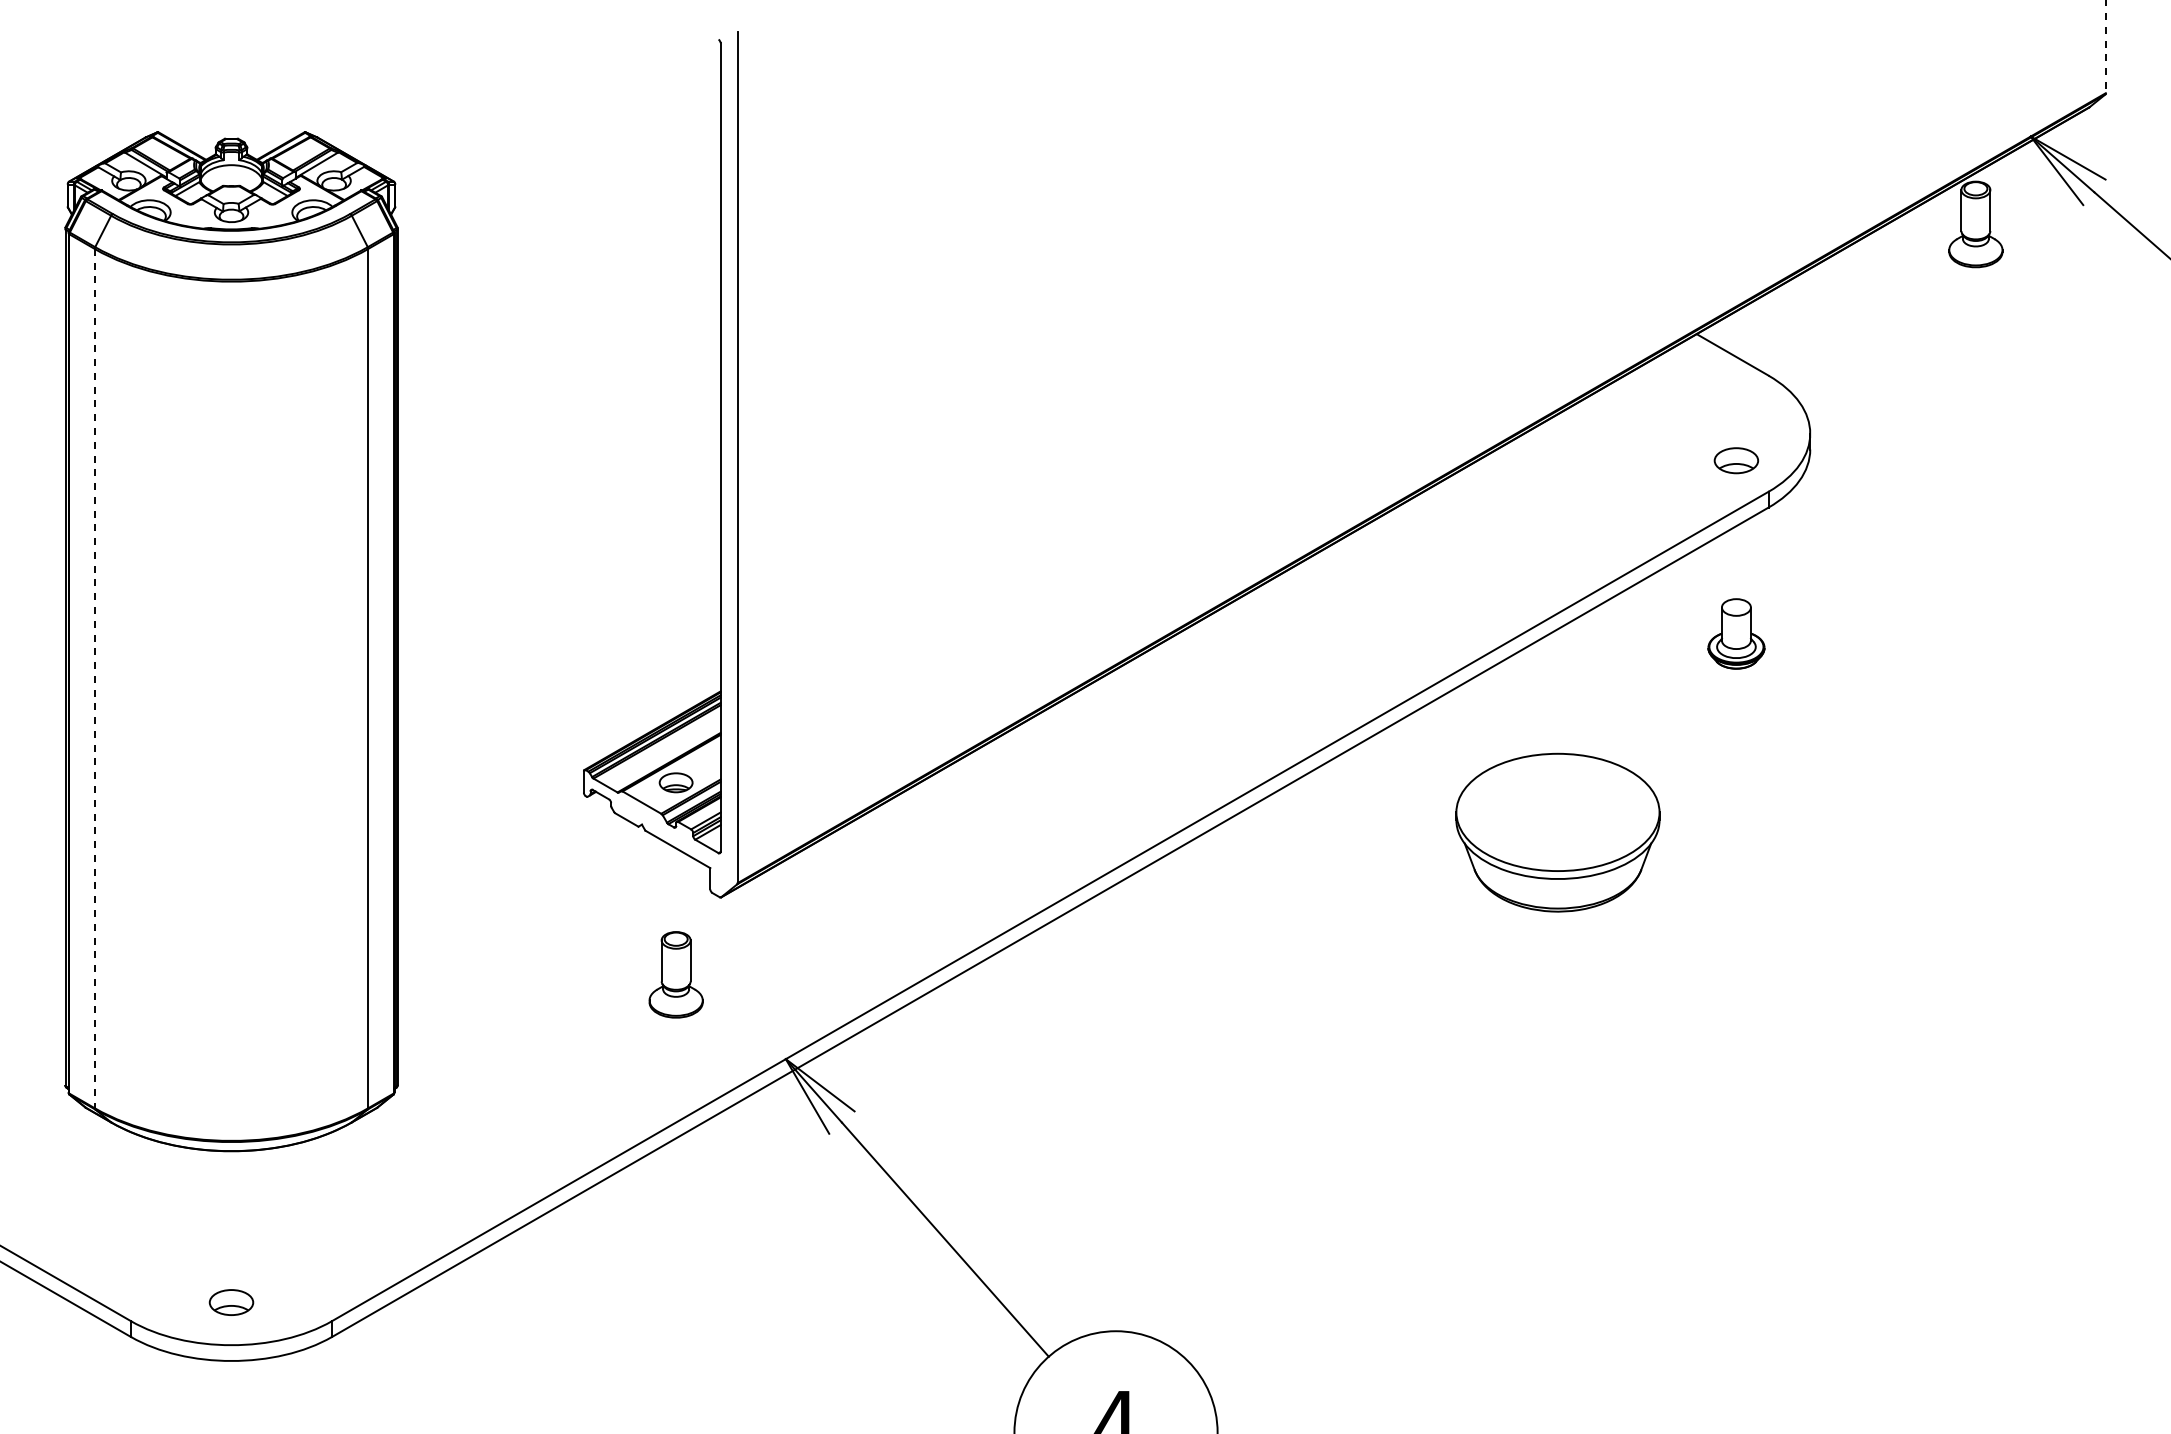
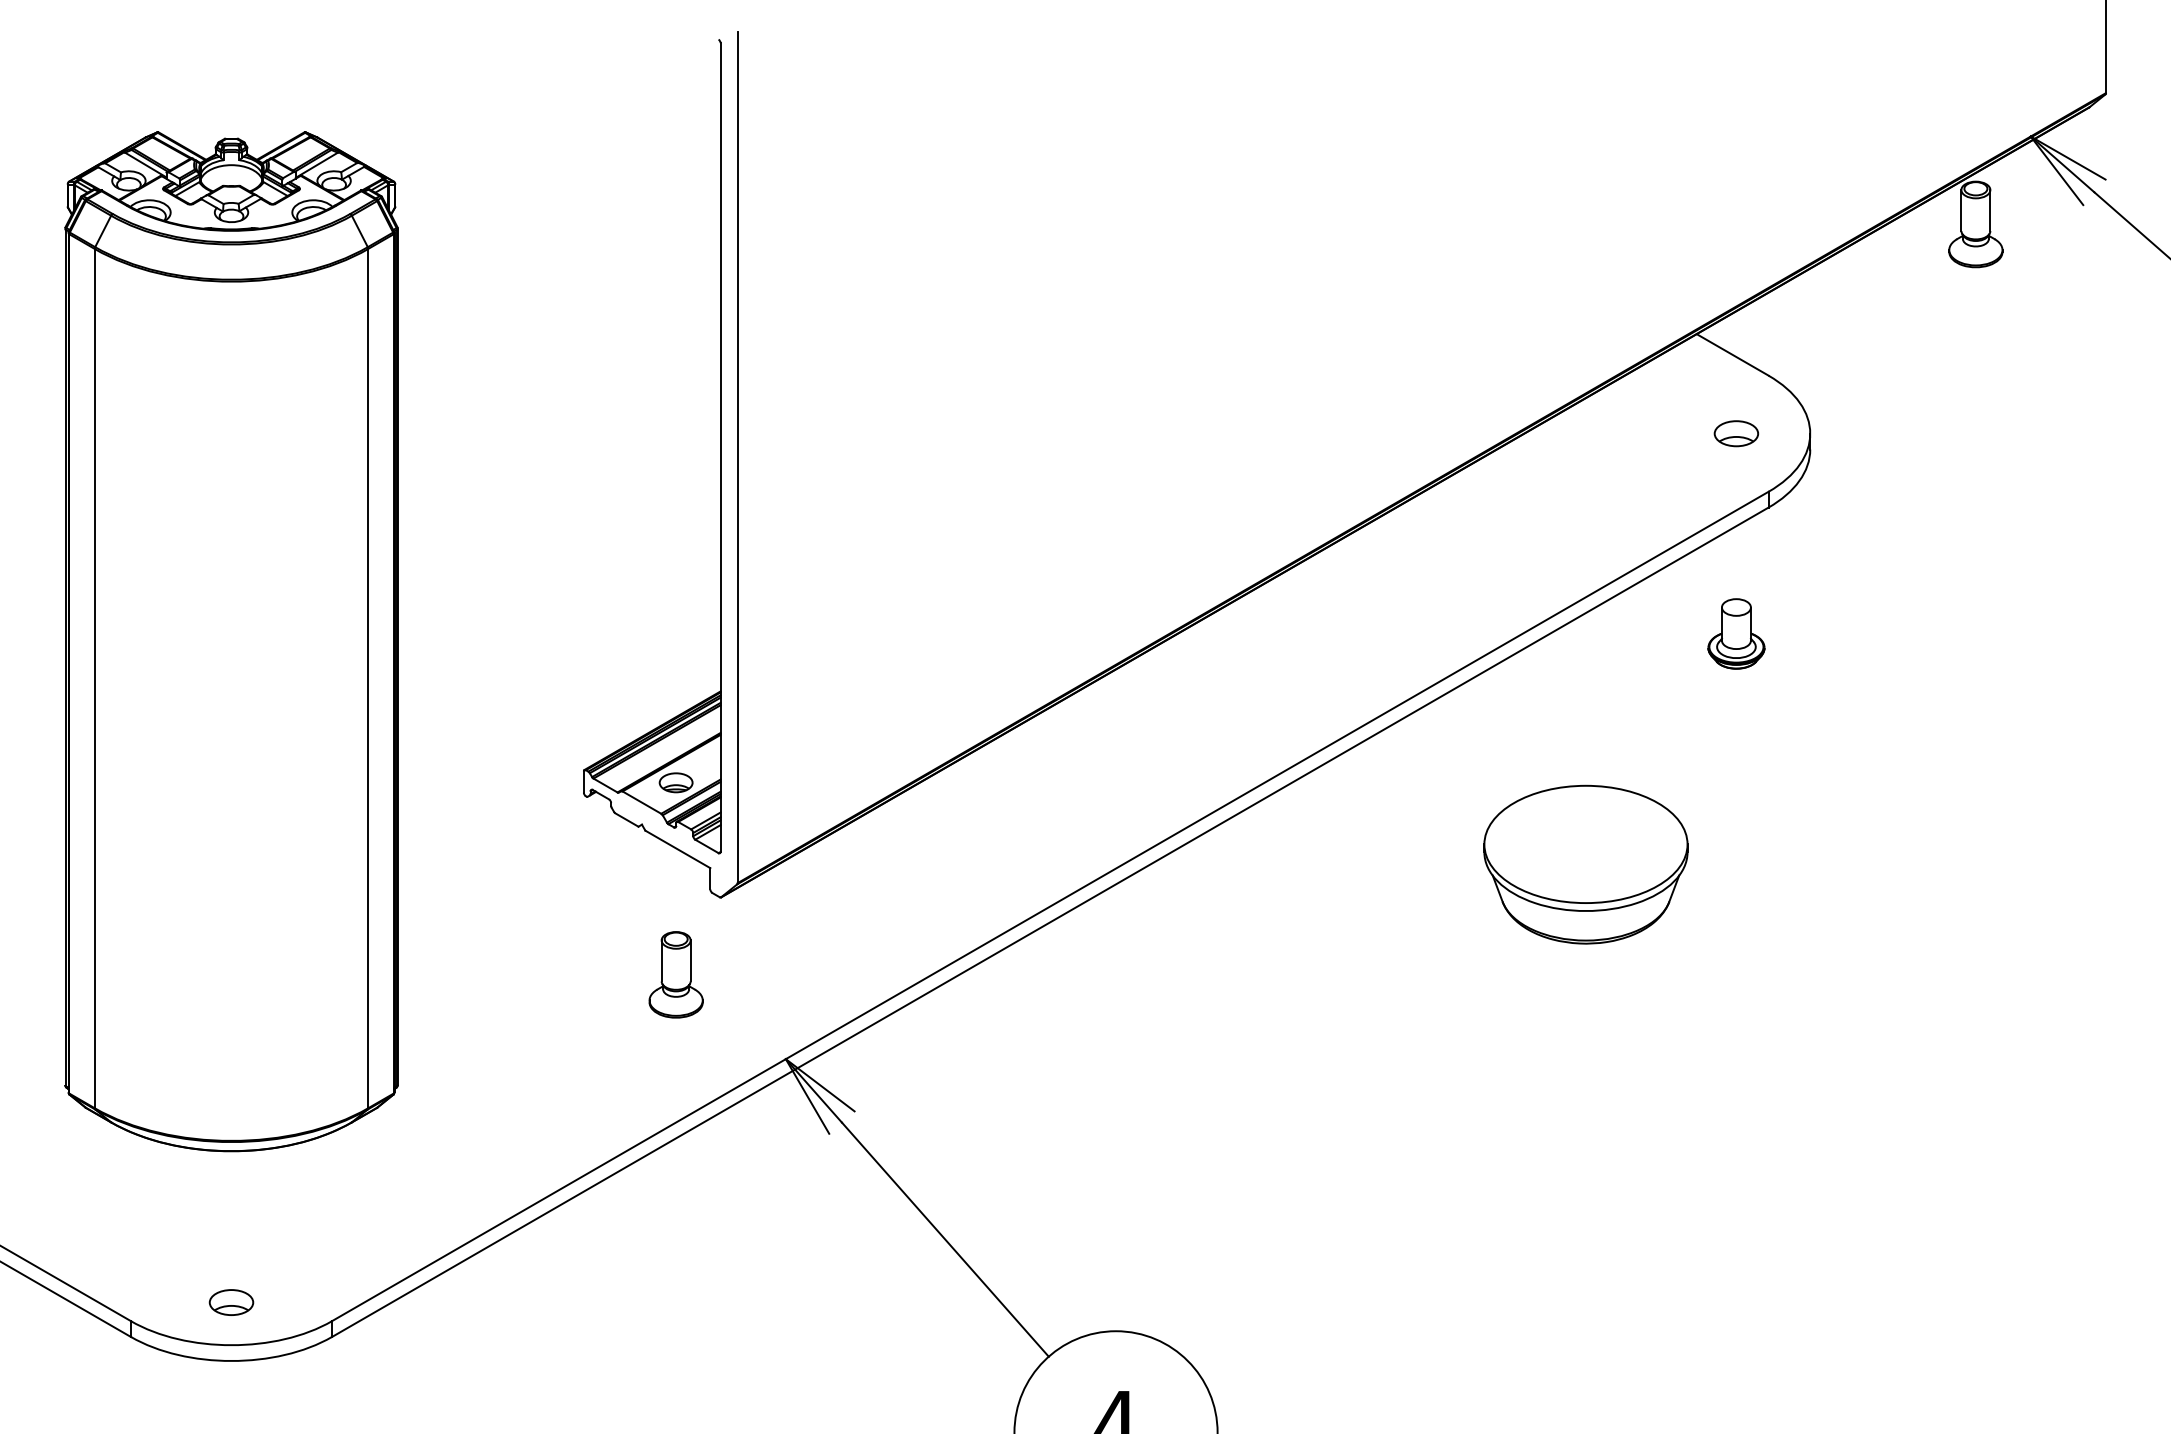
line at (2105, 47): dashed -> solid
part at (1736, 460) position: (1736, 460) -> (1736, 433)
line at (94, 678): dashed -> solid
part at (1557, 832) position: (1557, 832) -> (1585, 864)
